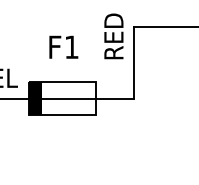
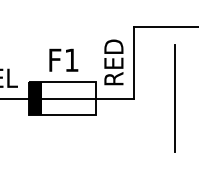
text at (113, 36) position: (113, 36) -> (113, 62)
text at (63, 46) position: (63, 46) -> (63, 59)
line at (175, 98): none -> present
